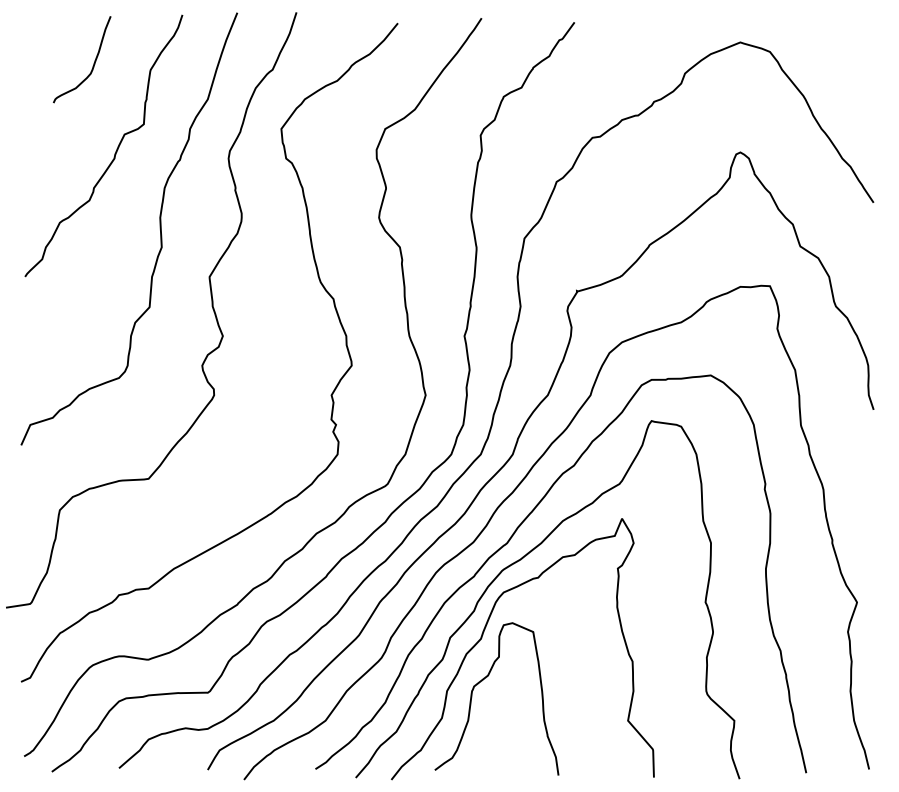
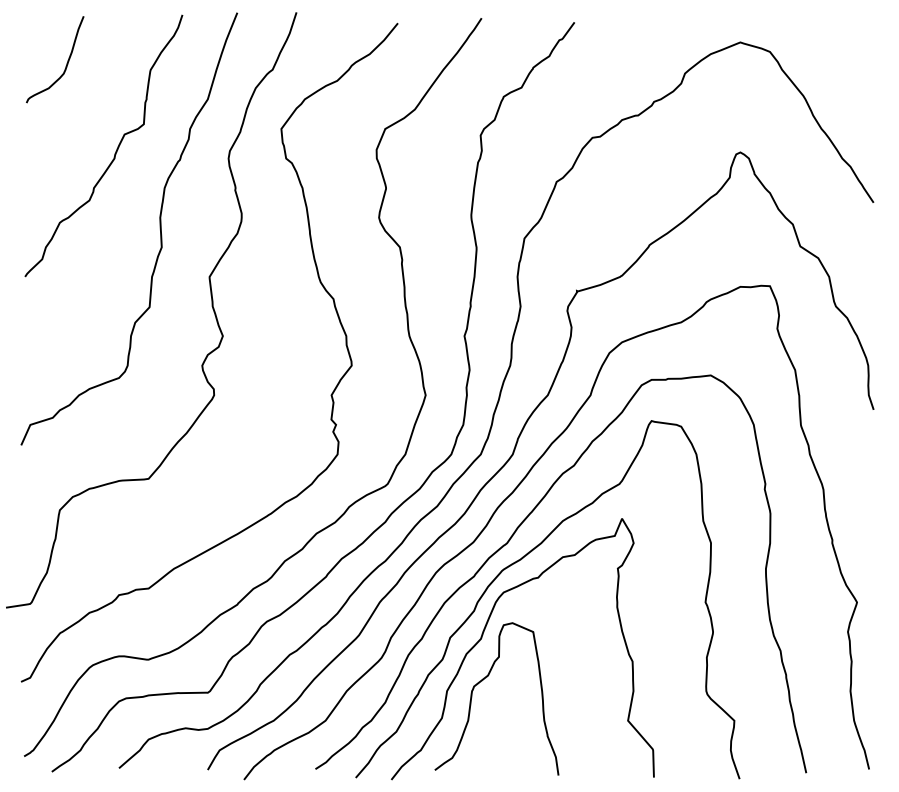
curve at (93, 63) position: (93, 63) -> (66, 63)
